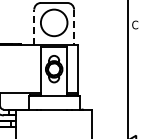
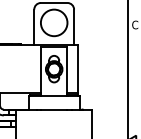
line at (34, 27): dashed -> solid
line at (74, 27): dashed -> solid
